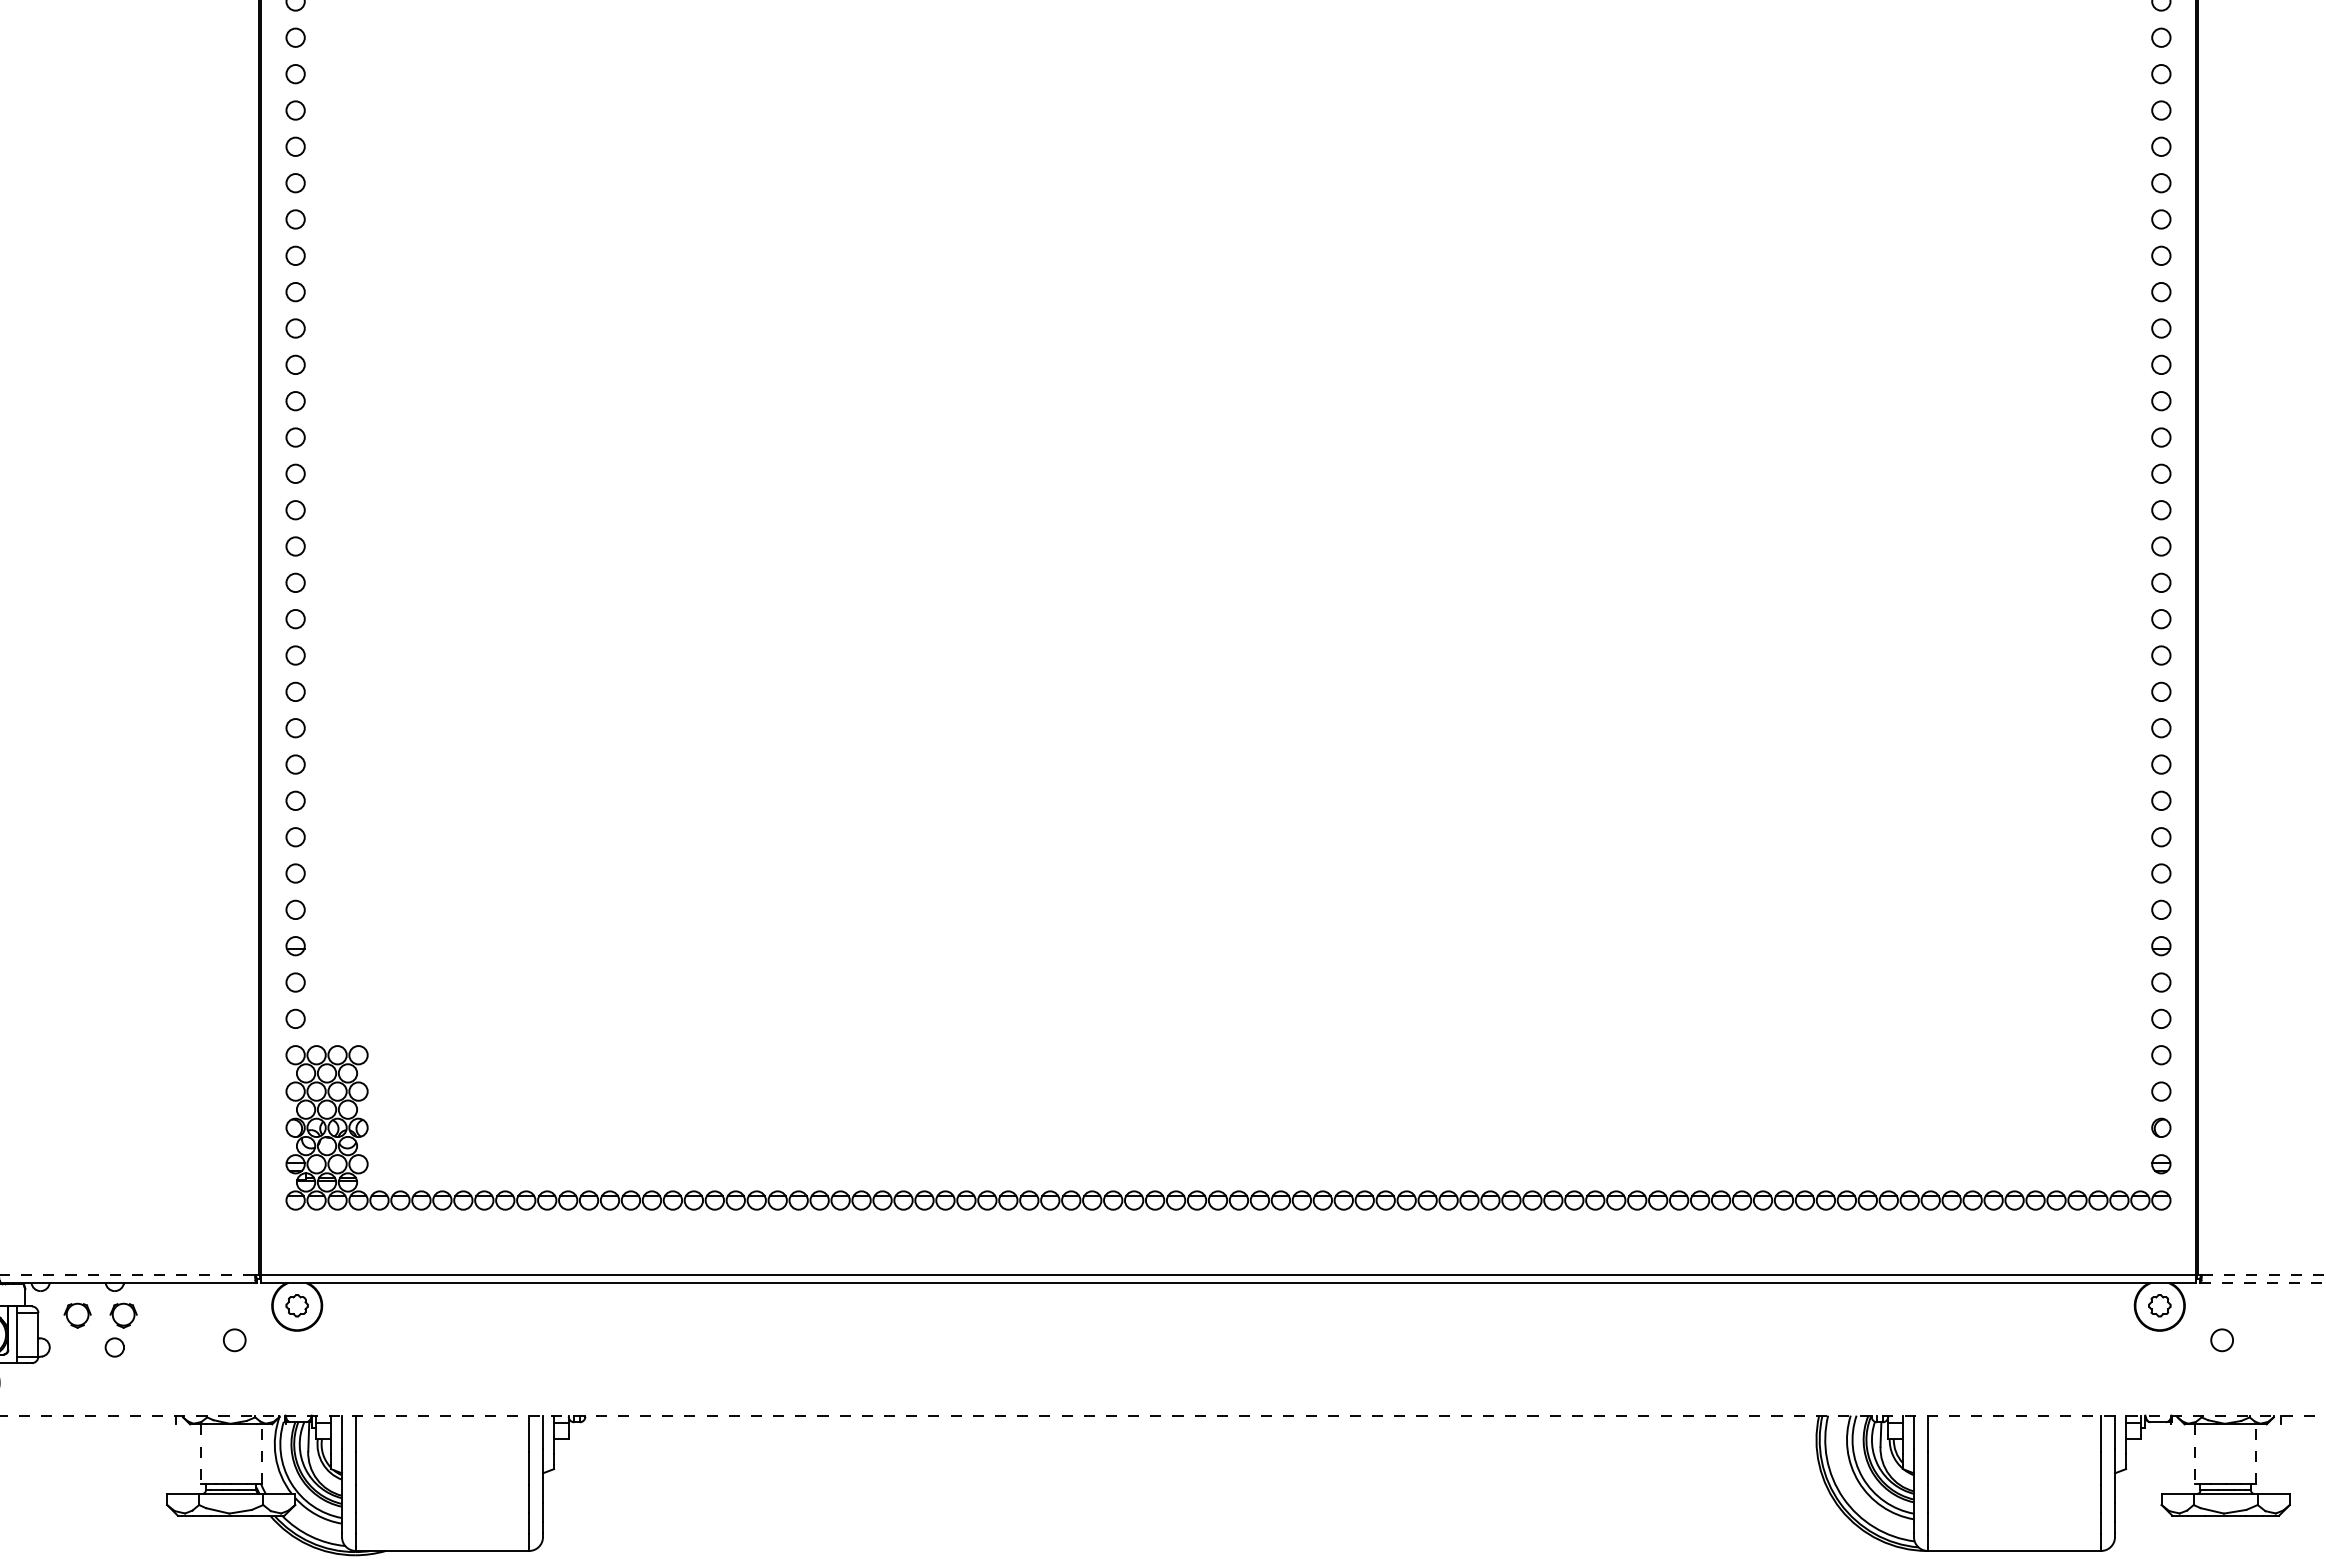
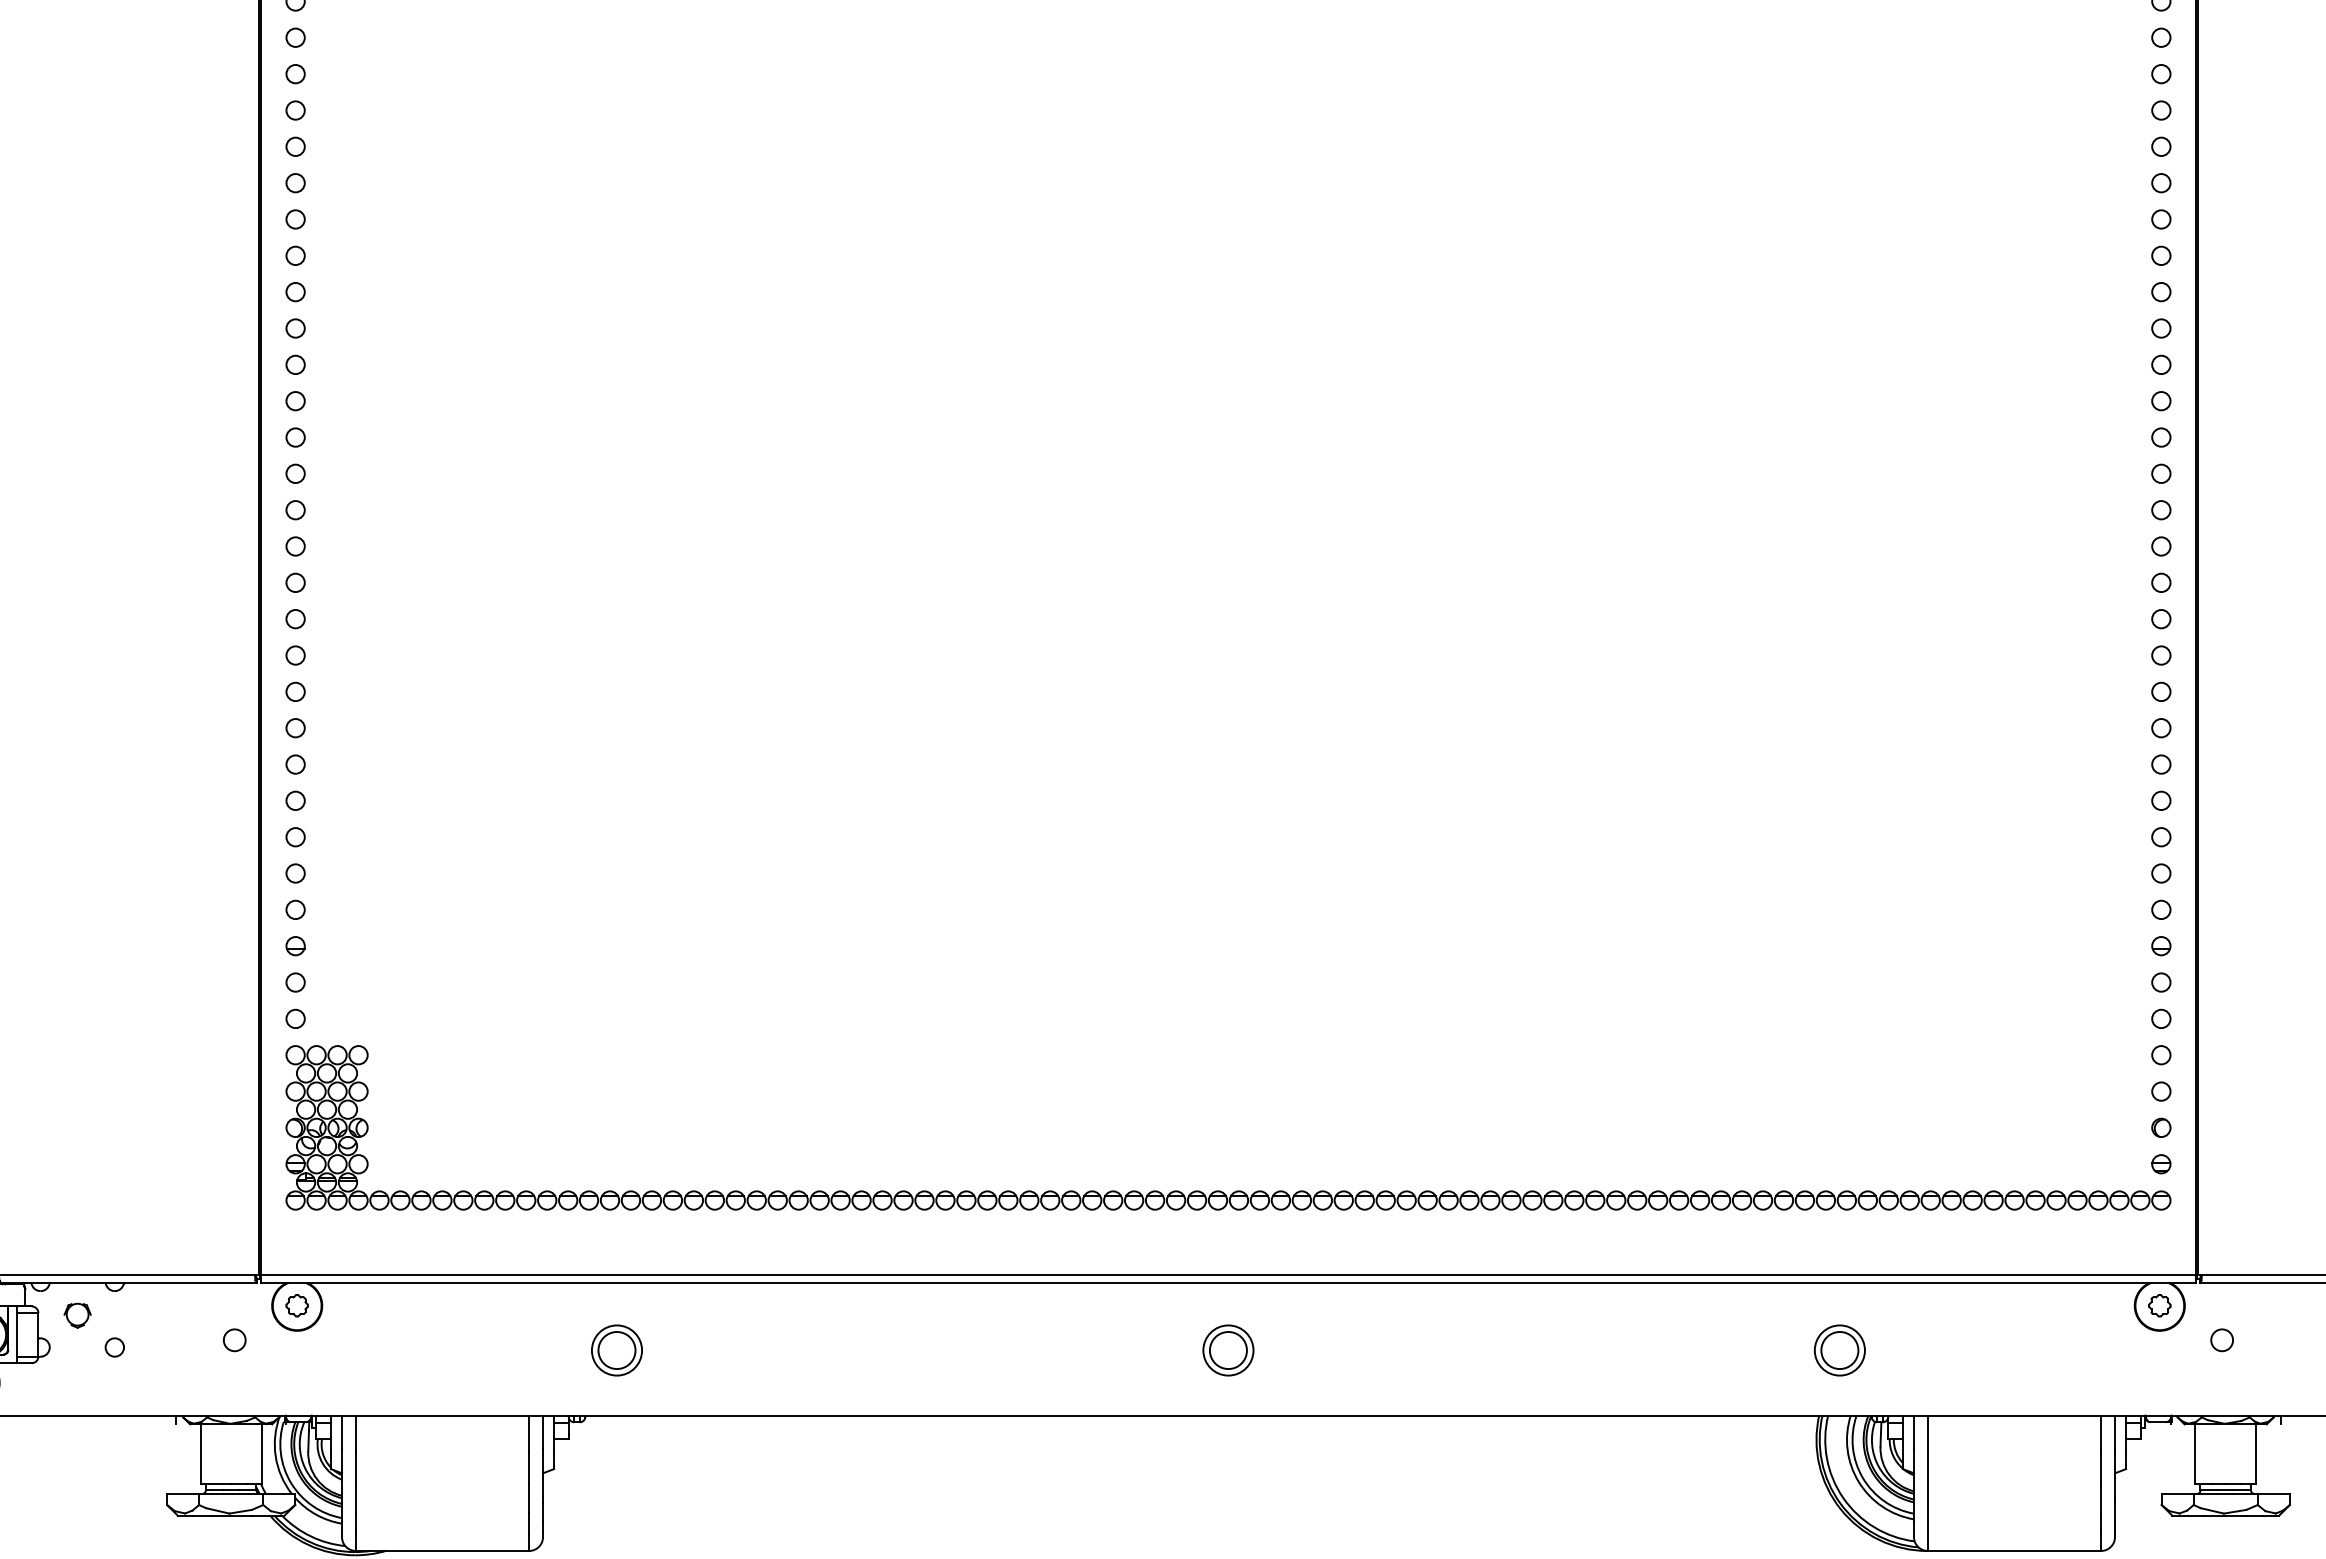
line at (128, 1274): dashed -> solid
line at (2263, 1274): dashed -> solid
line at (2263, 1282): dashed -> solid
part at (123, 1315): present -> none
part at (616, 1350): none -> present
part at (1228, 1350): none -> present
part at (1839, 1350): none -> present
line at (1163, 1415): dashed -> solid
line at (200, 1454): dashed -> solid
line at (261, 1454): dashed -> solid
line at (2195, 1454): dashed -> solid
line at (2256, 1454): dashed -> solid
